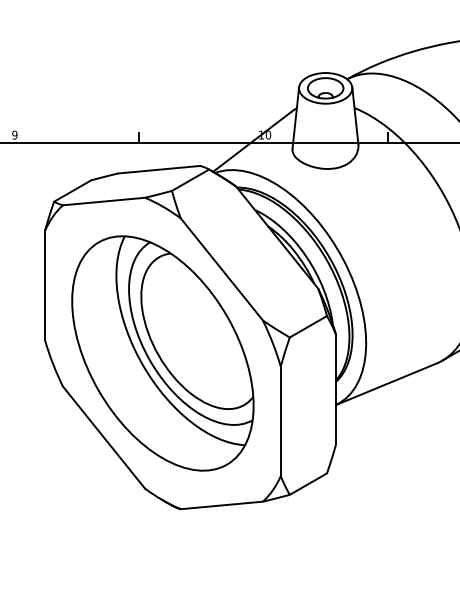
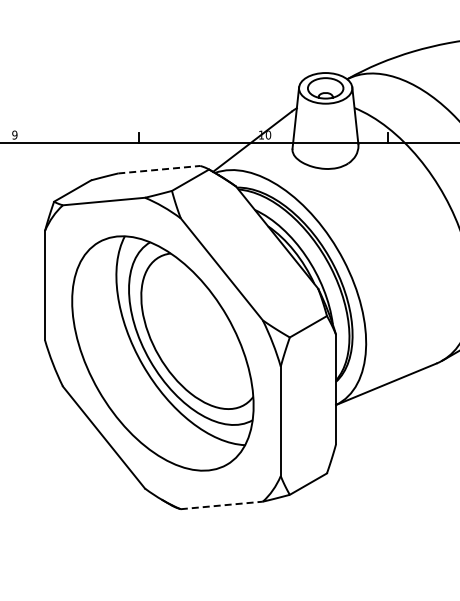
line at (159, 169): solid -> dashed
line at (222, 505): solid -> dashed
